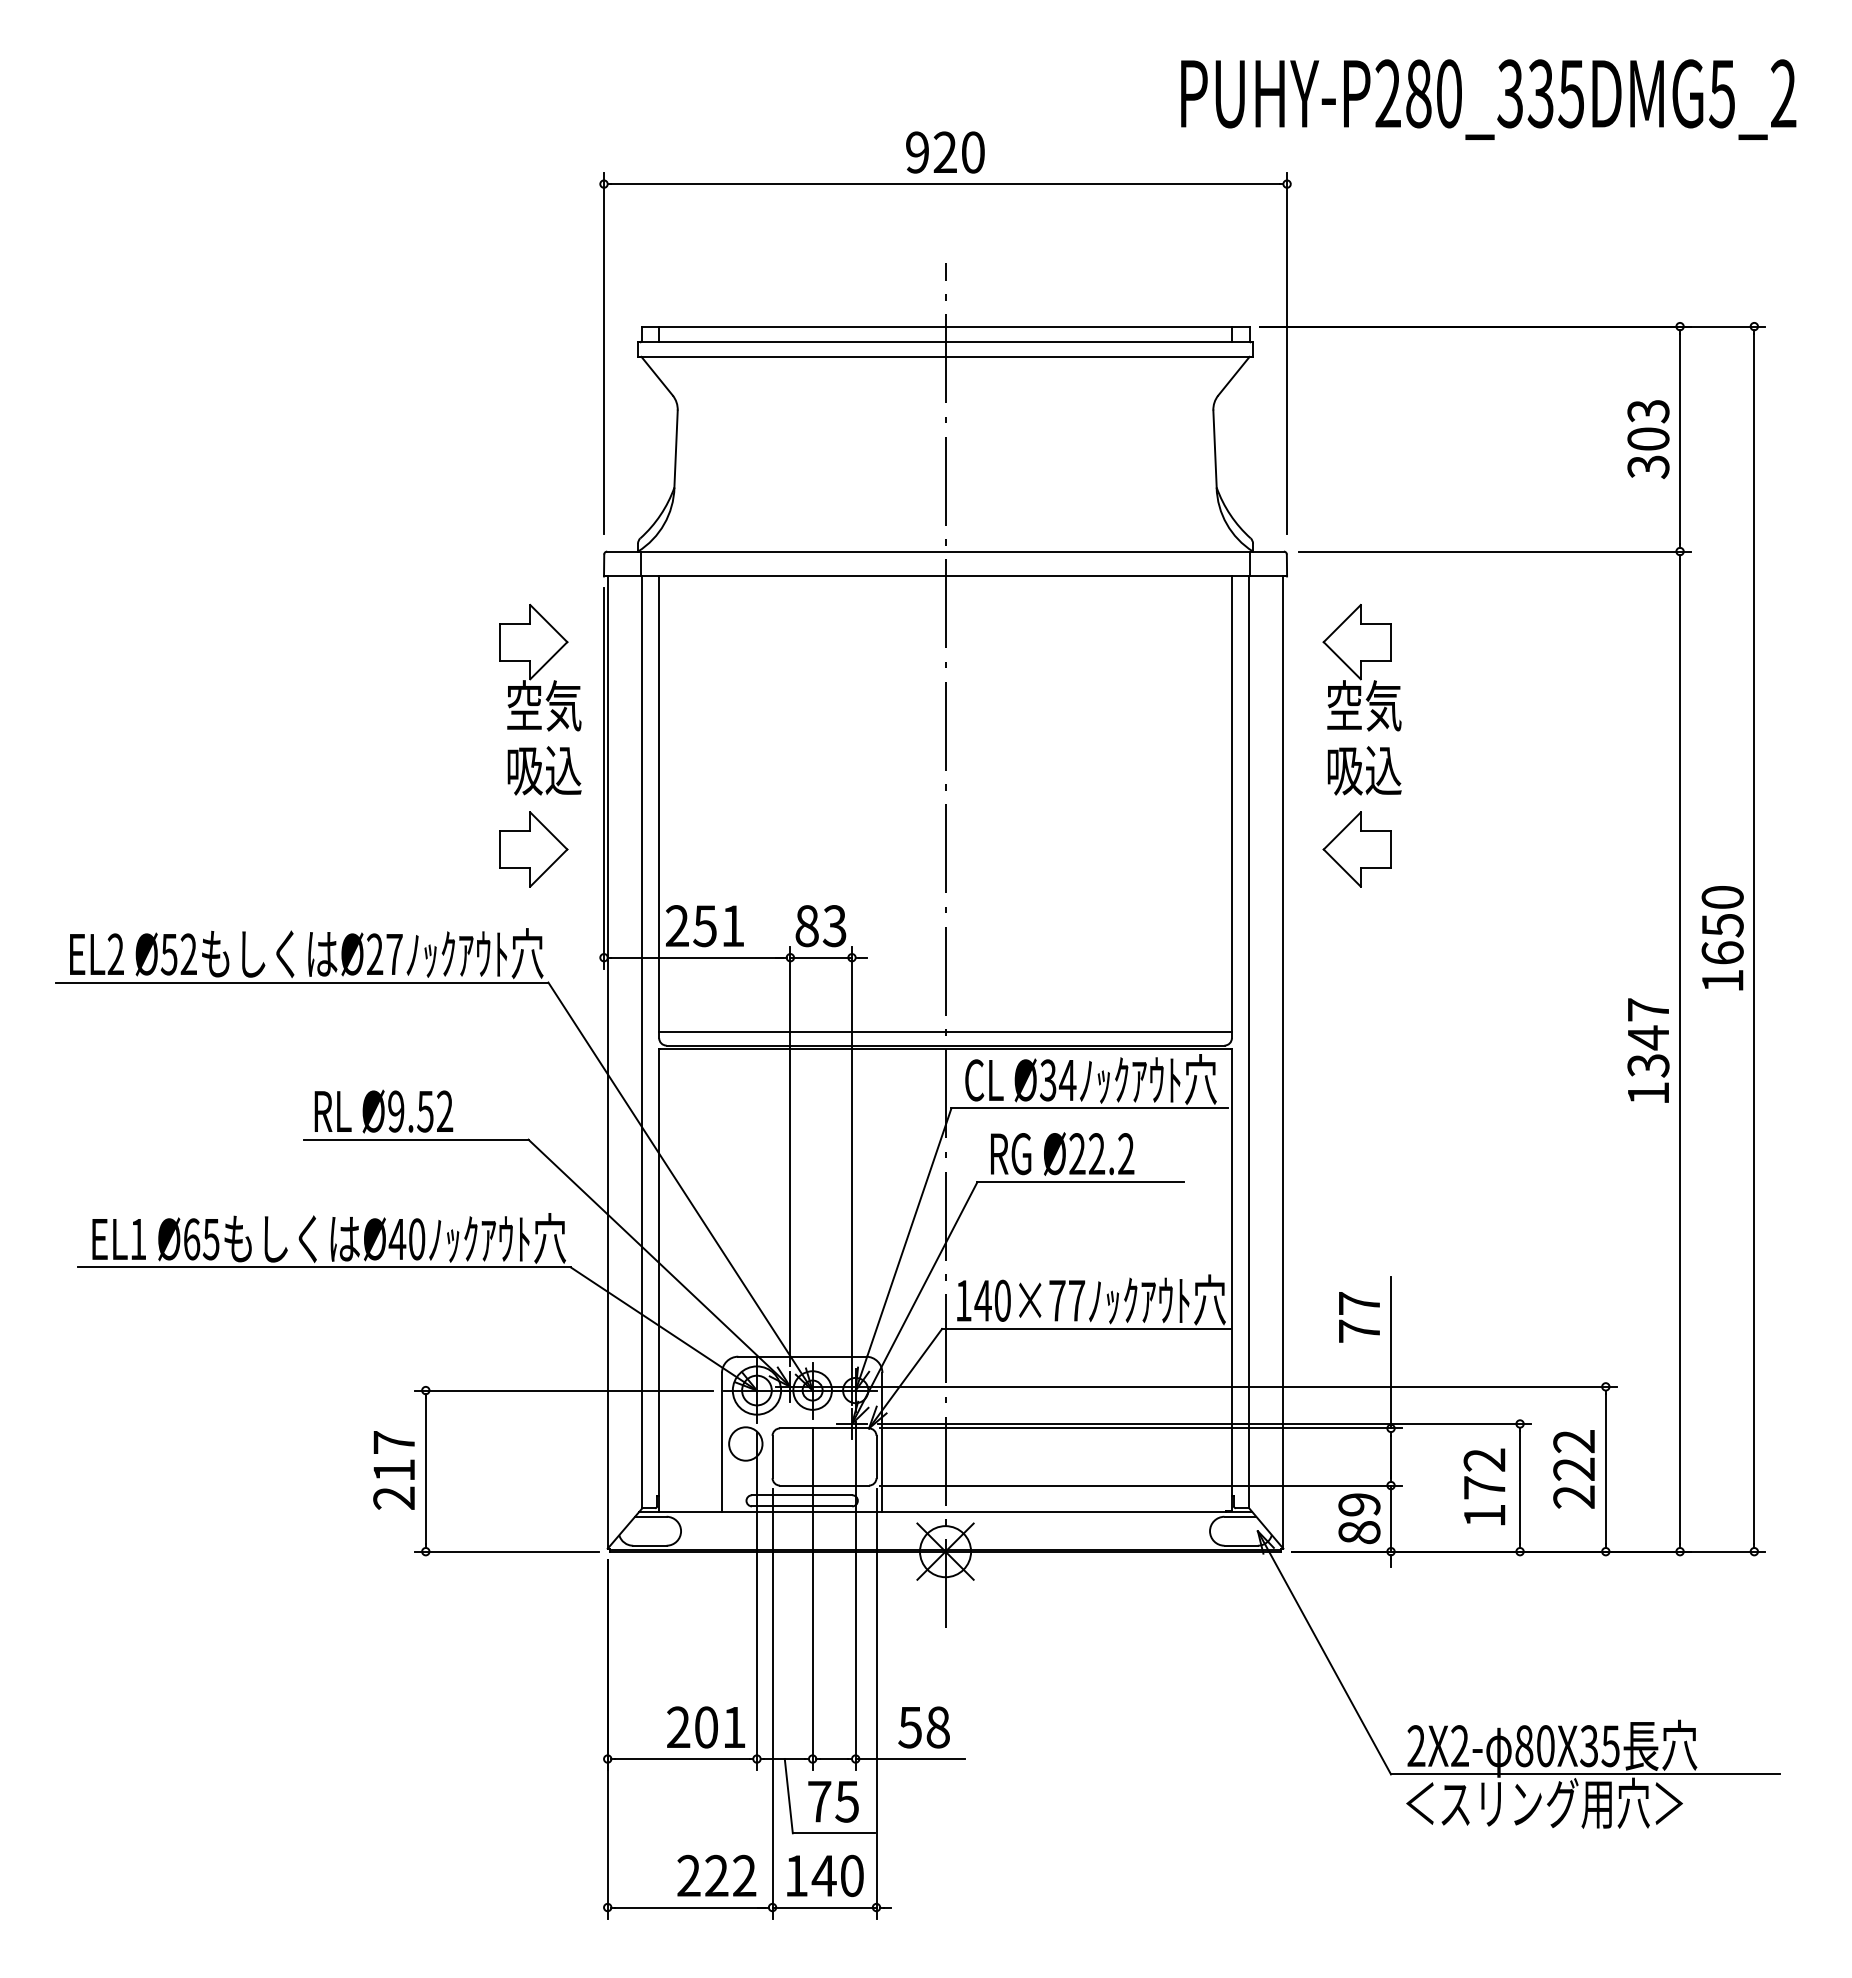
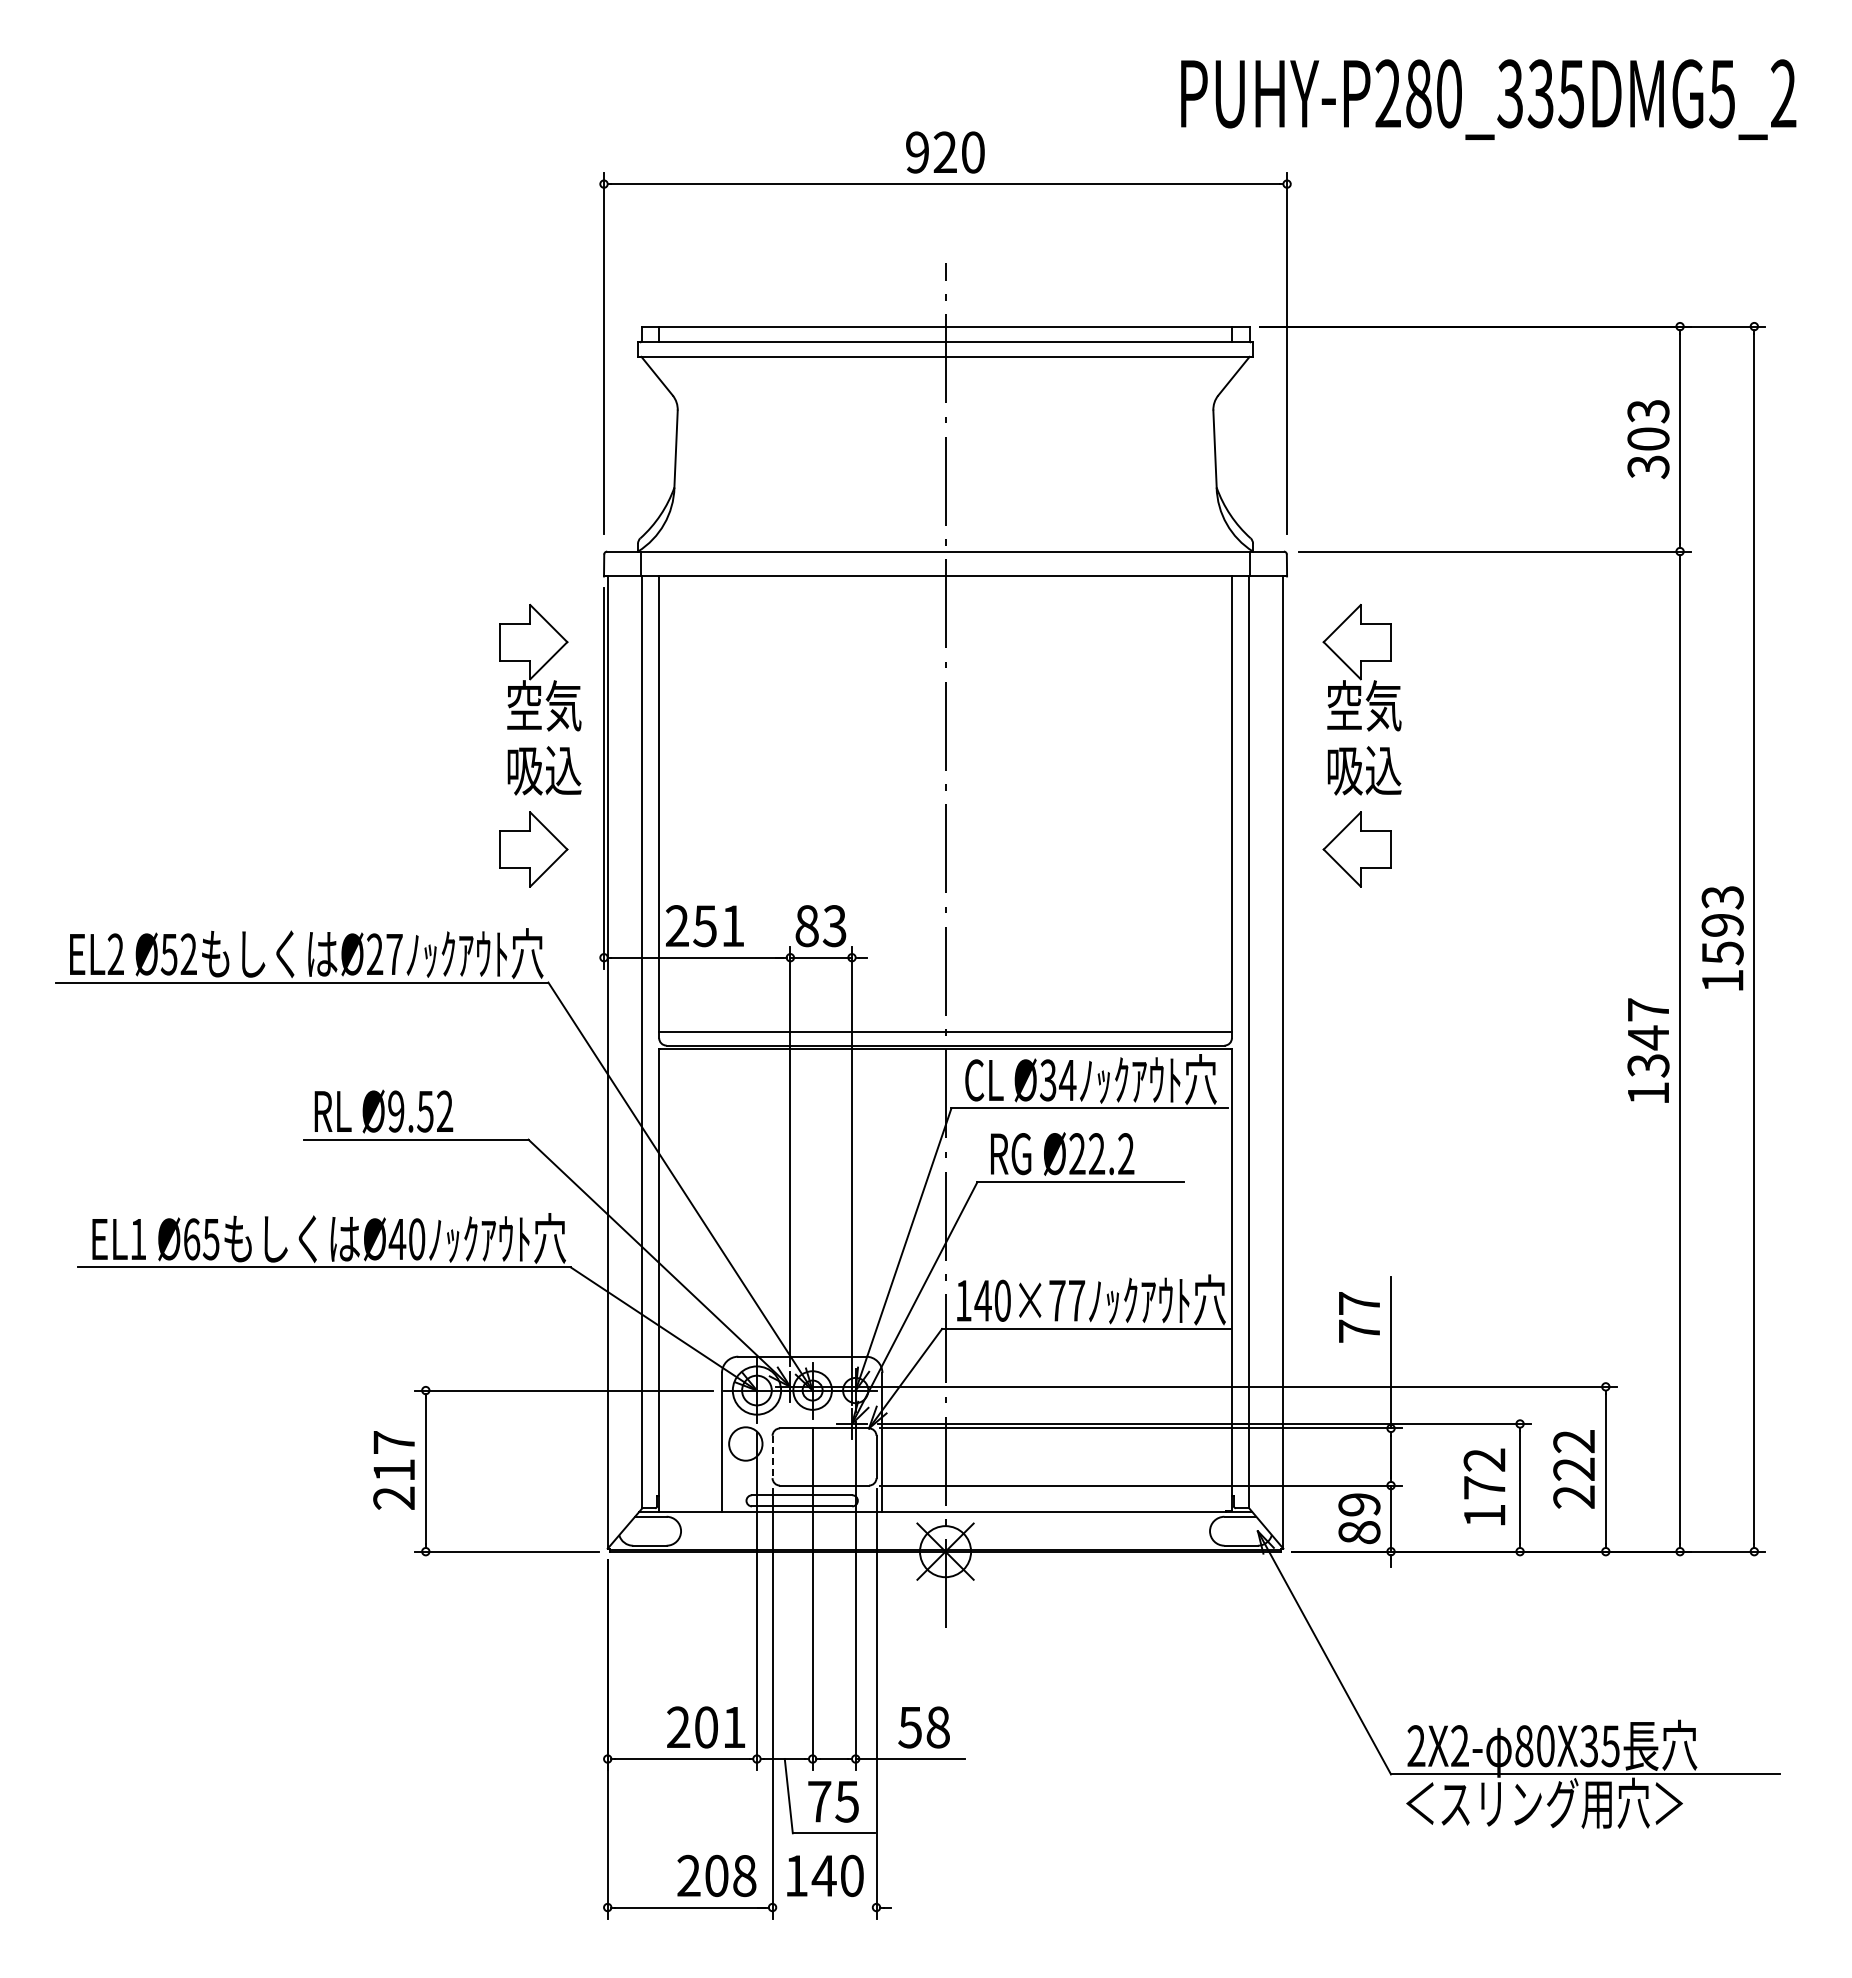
text at (1722, 925): 1650 -> 1593
line at (772, 1457): solid -> dashed
text at (730, 1875): 222 -> 208
line at (824, 1907): present -> none
